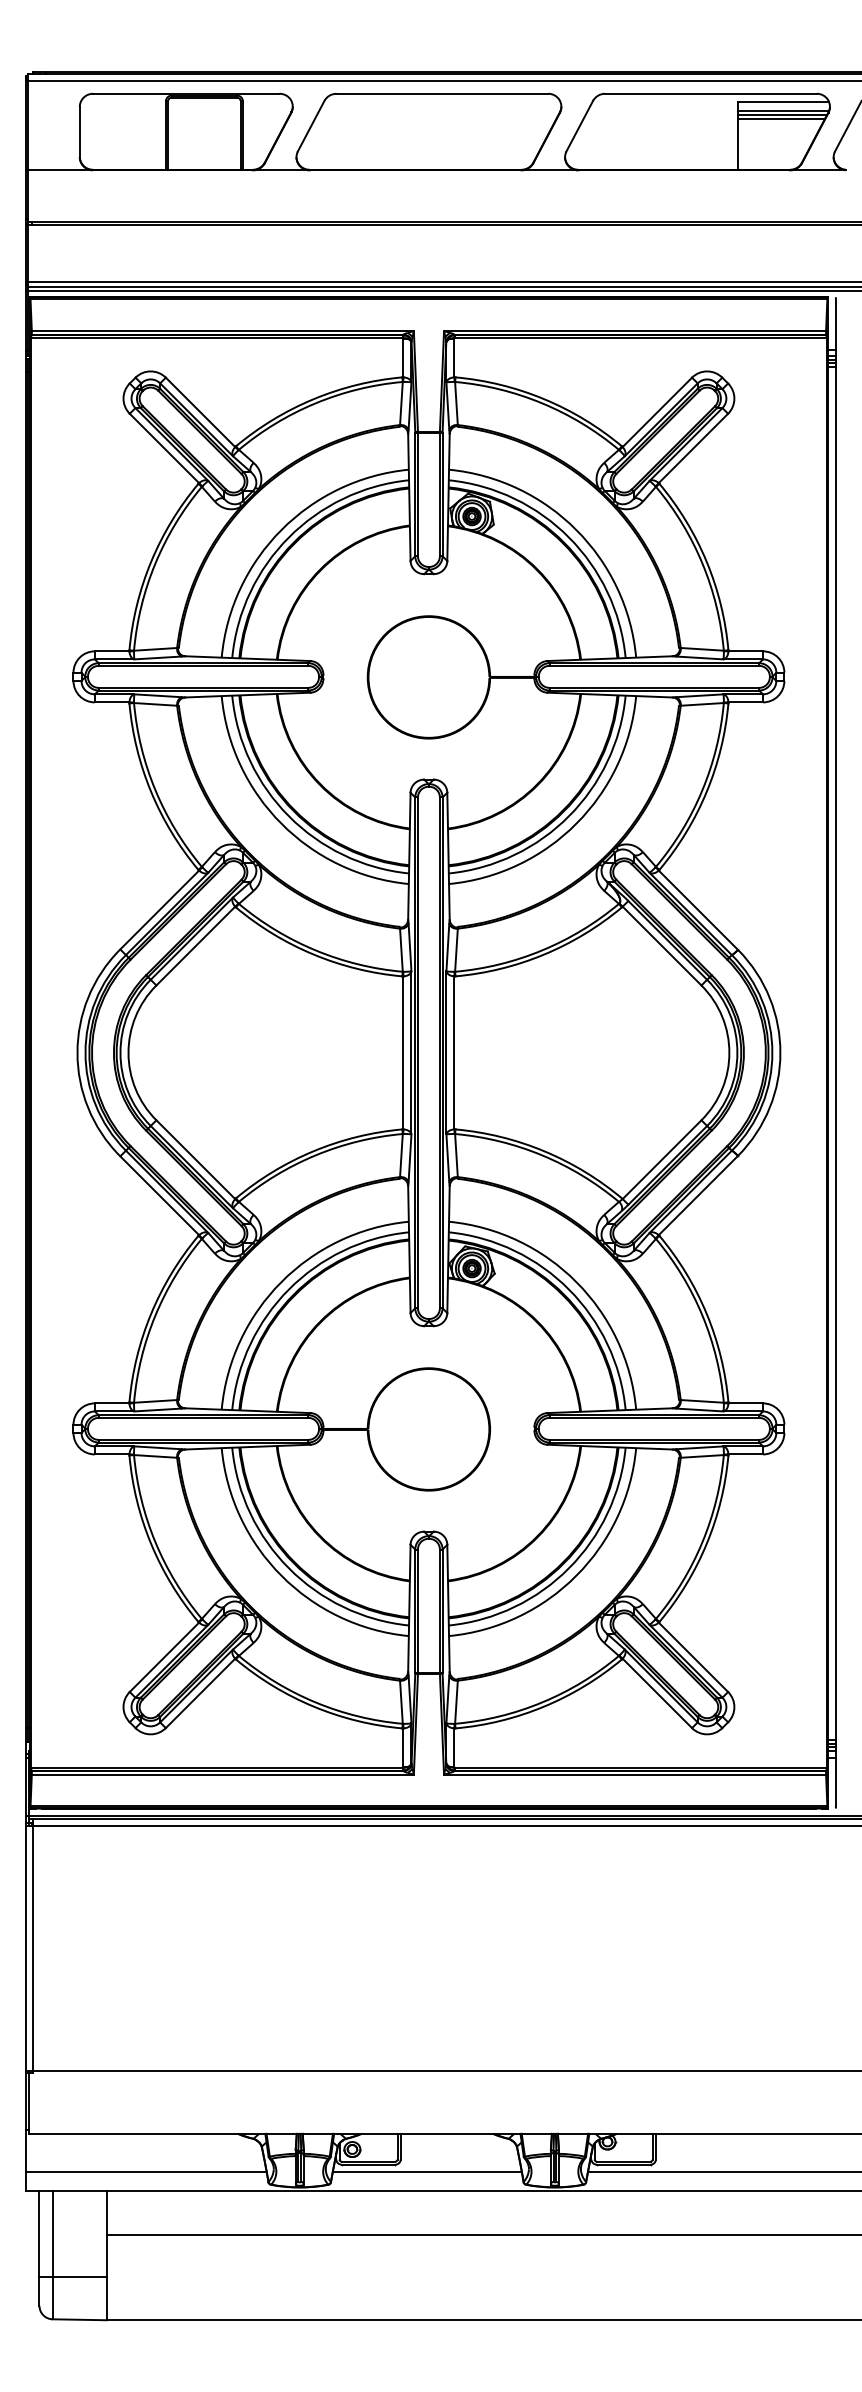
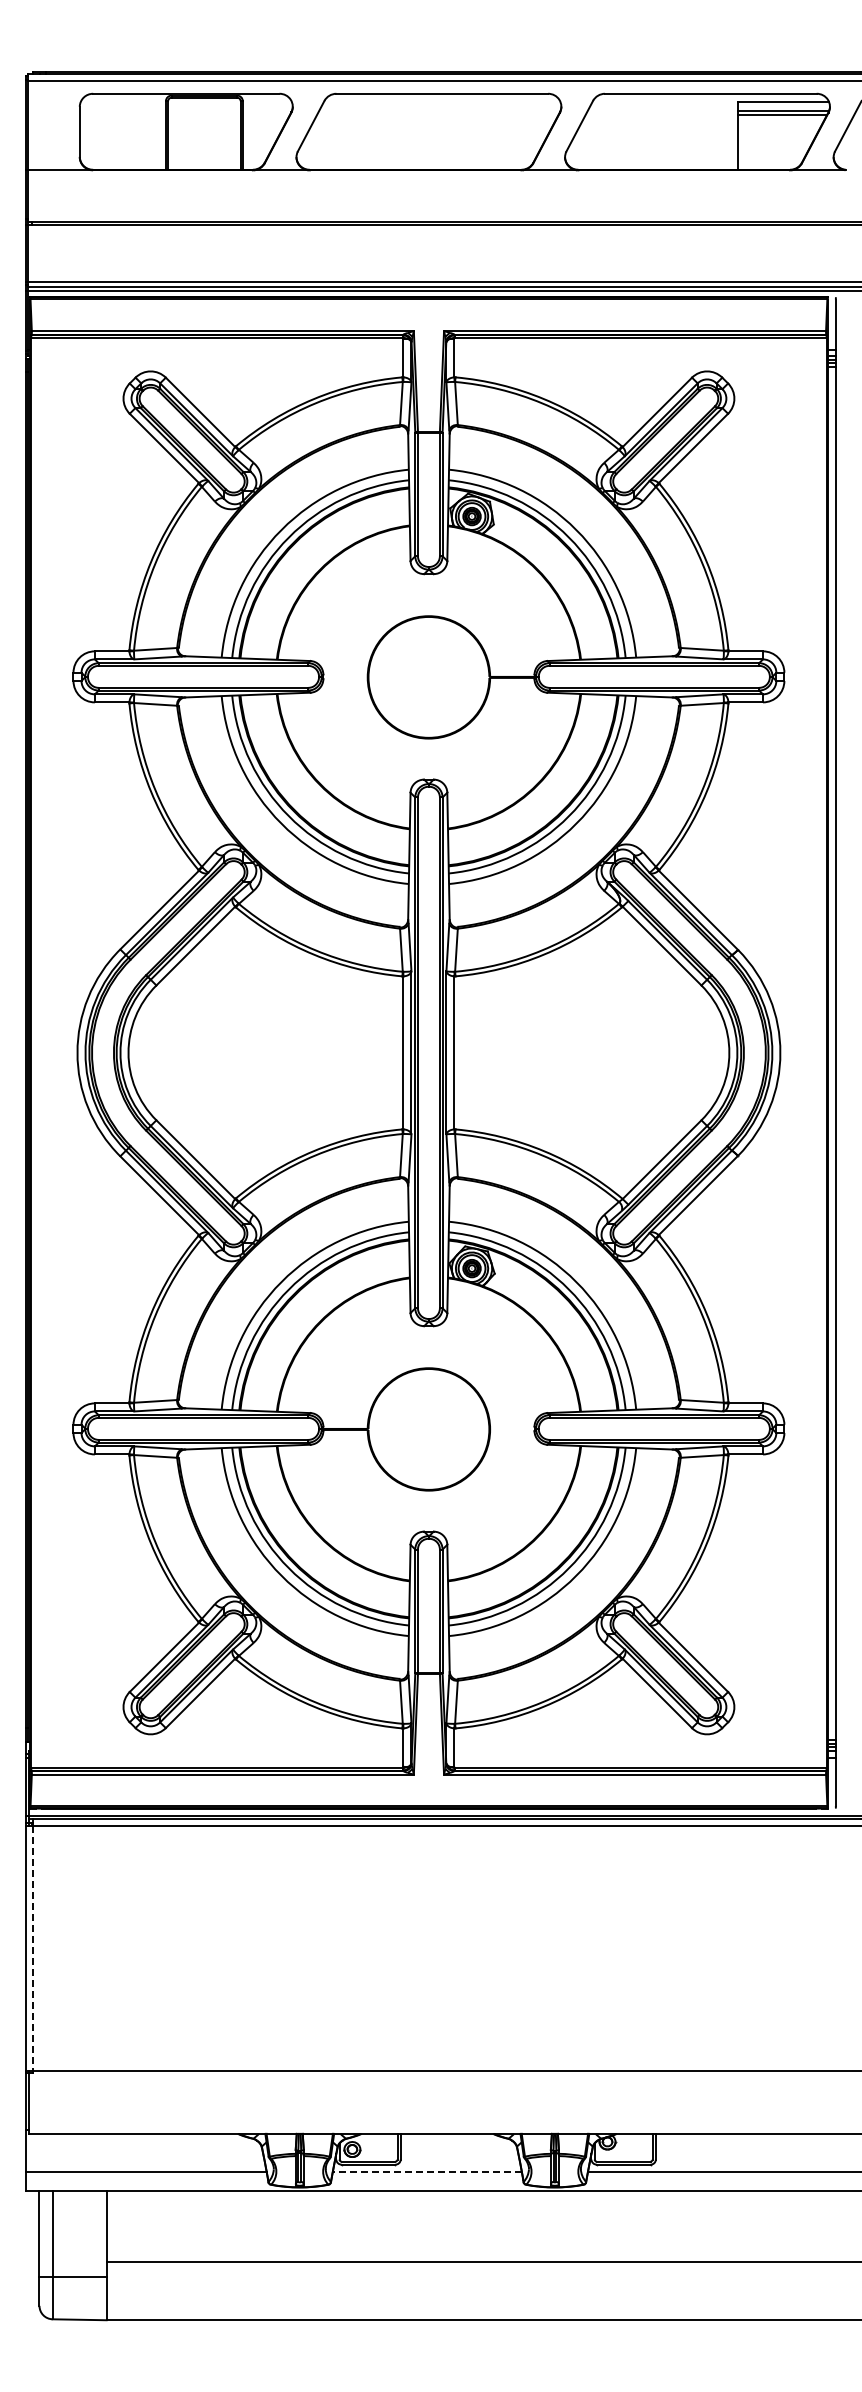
line at (781, 118): present -> none
line at (32, 1948): solid -> dashed
line at (426, 2171): solid -> dashed
line at (482, 2234) position: (482, 2234) -> (482, 2261)
